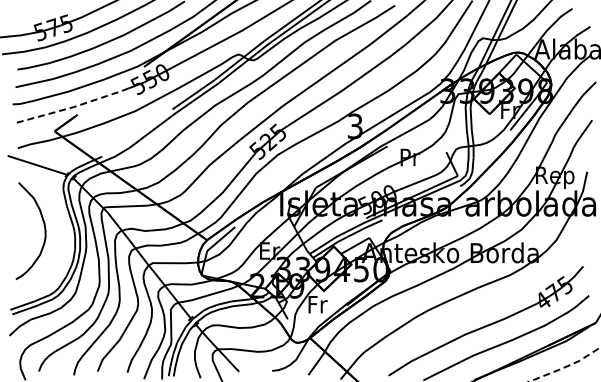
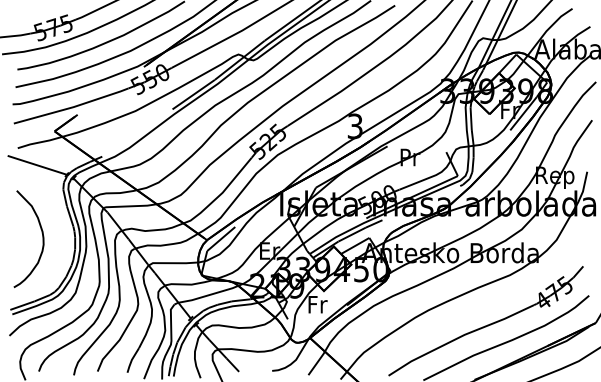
line at (72, 107): dashed -> solid
curve at (44, 231) position: (44, 231) -> (42, 239)
line at (565, 367): dashed -> solid
